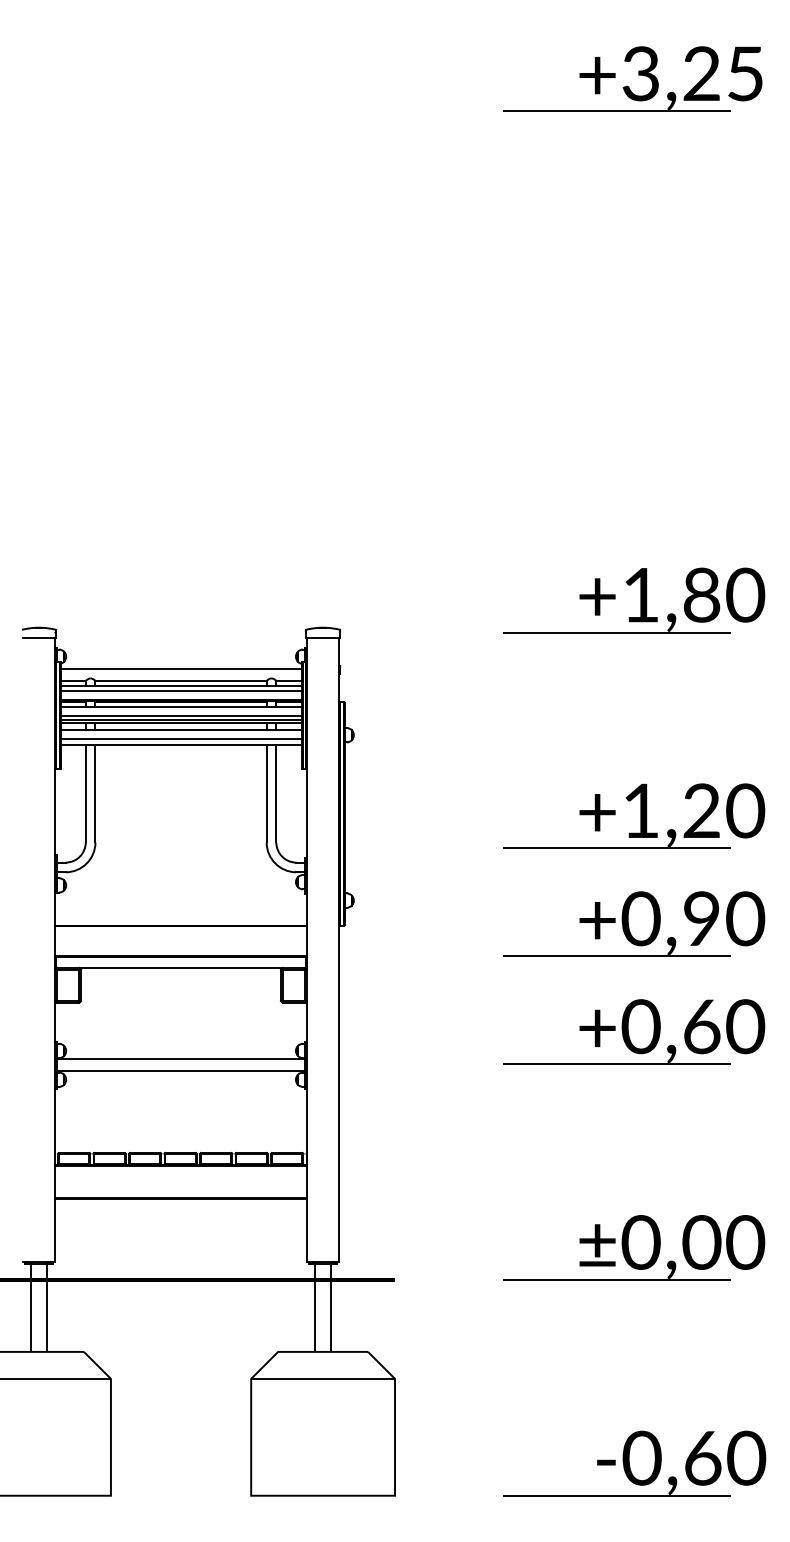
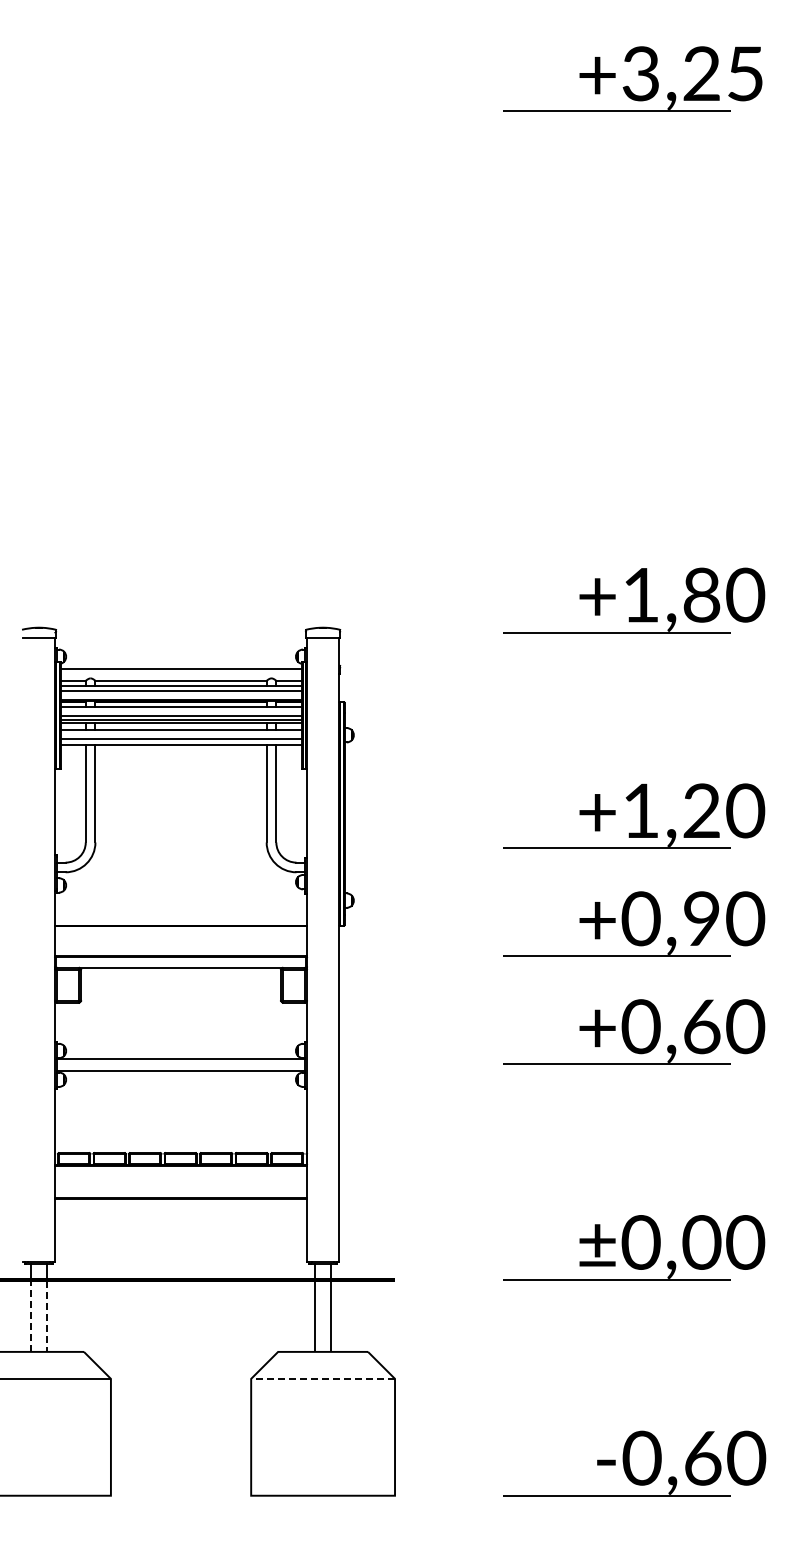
line at (39, 1279): solid -> dashed
line at (323, 1378): solid -> dashed
